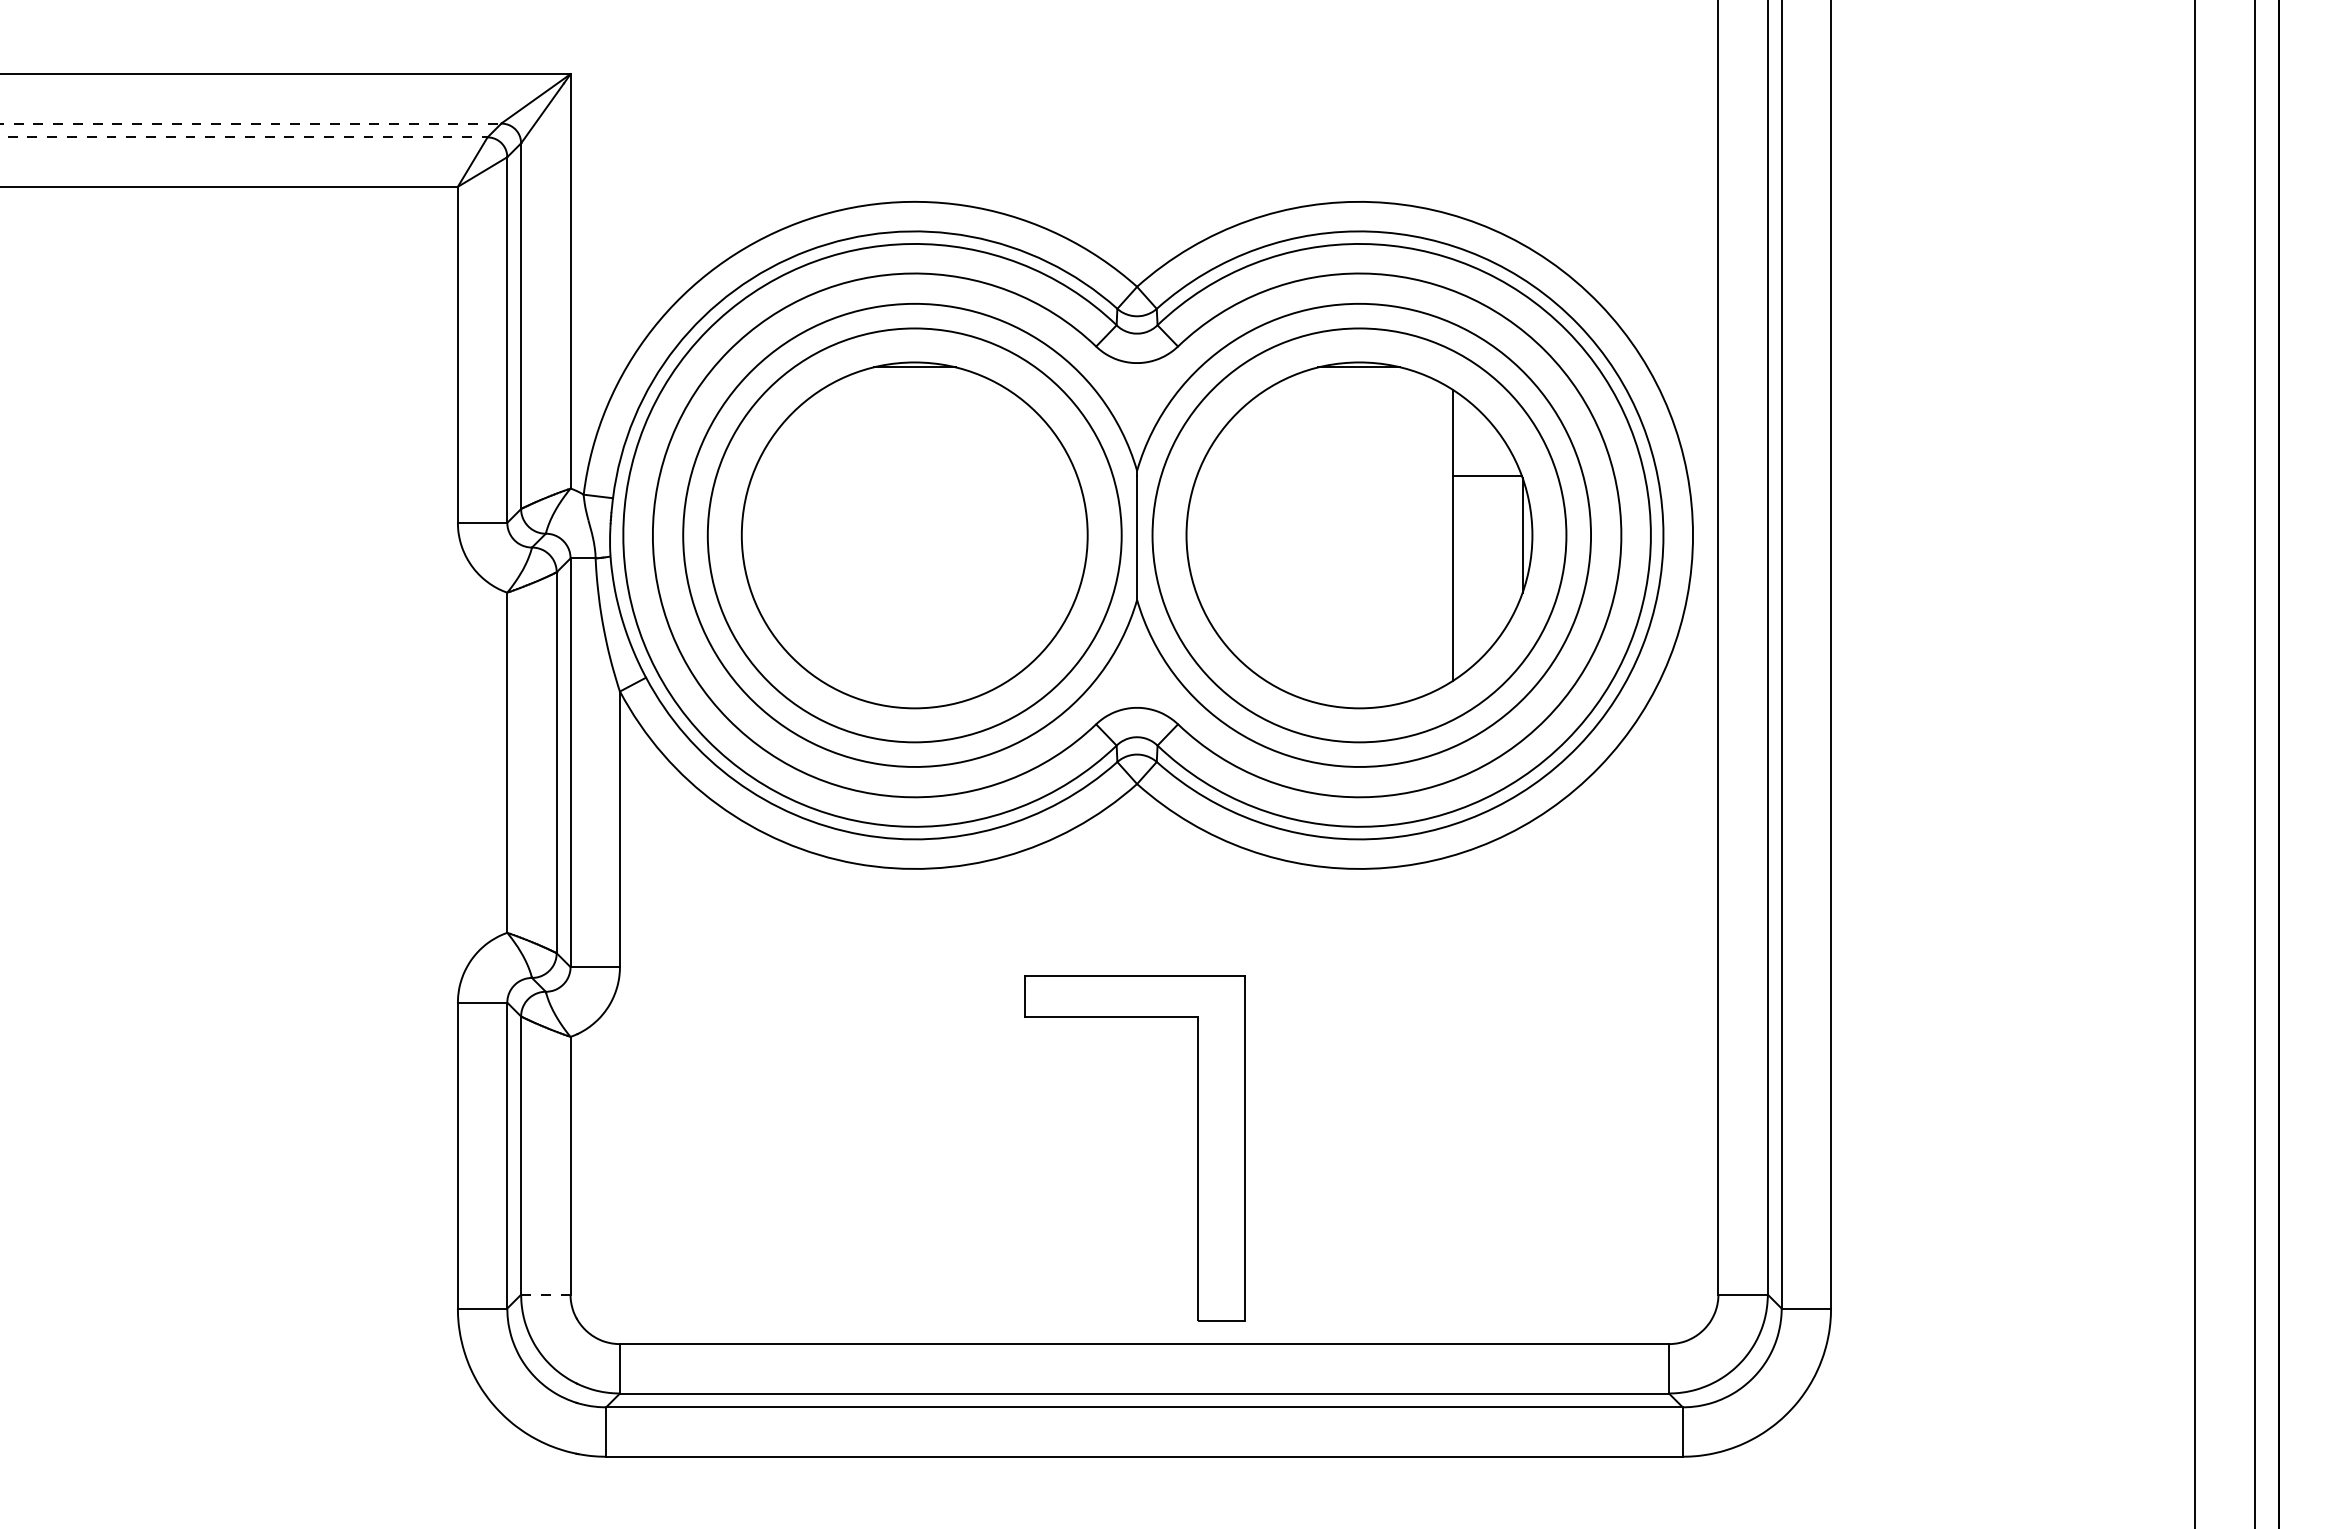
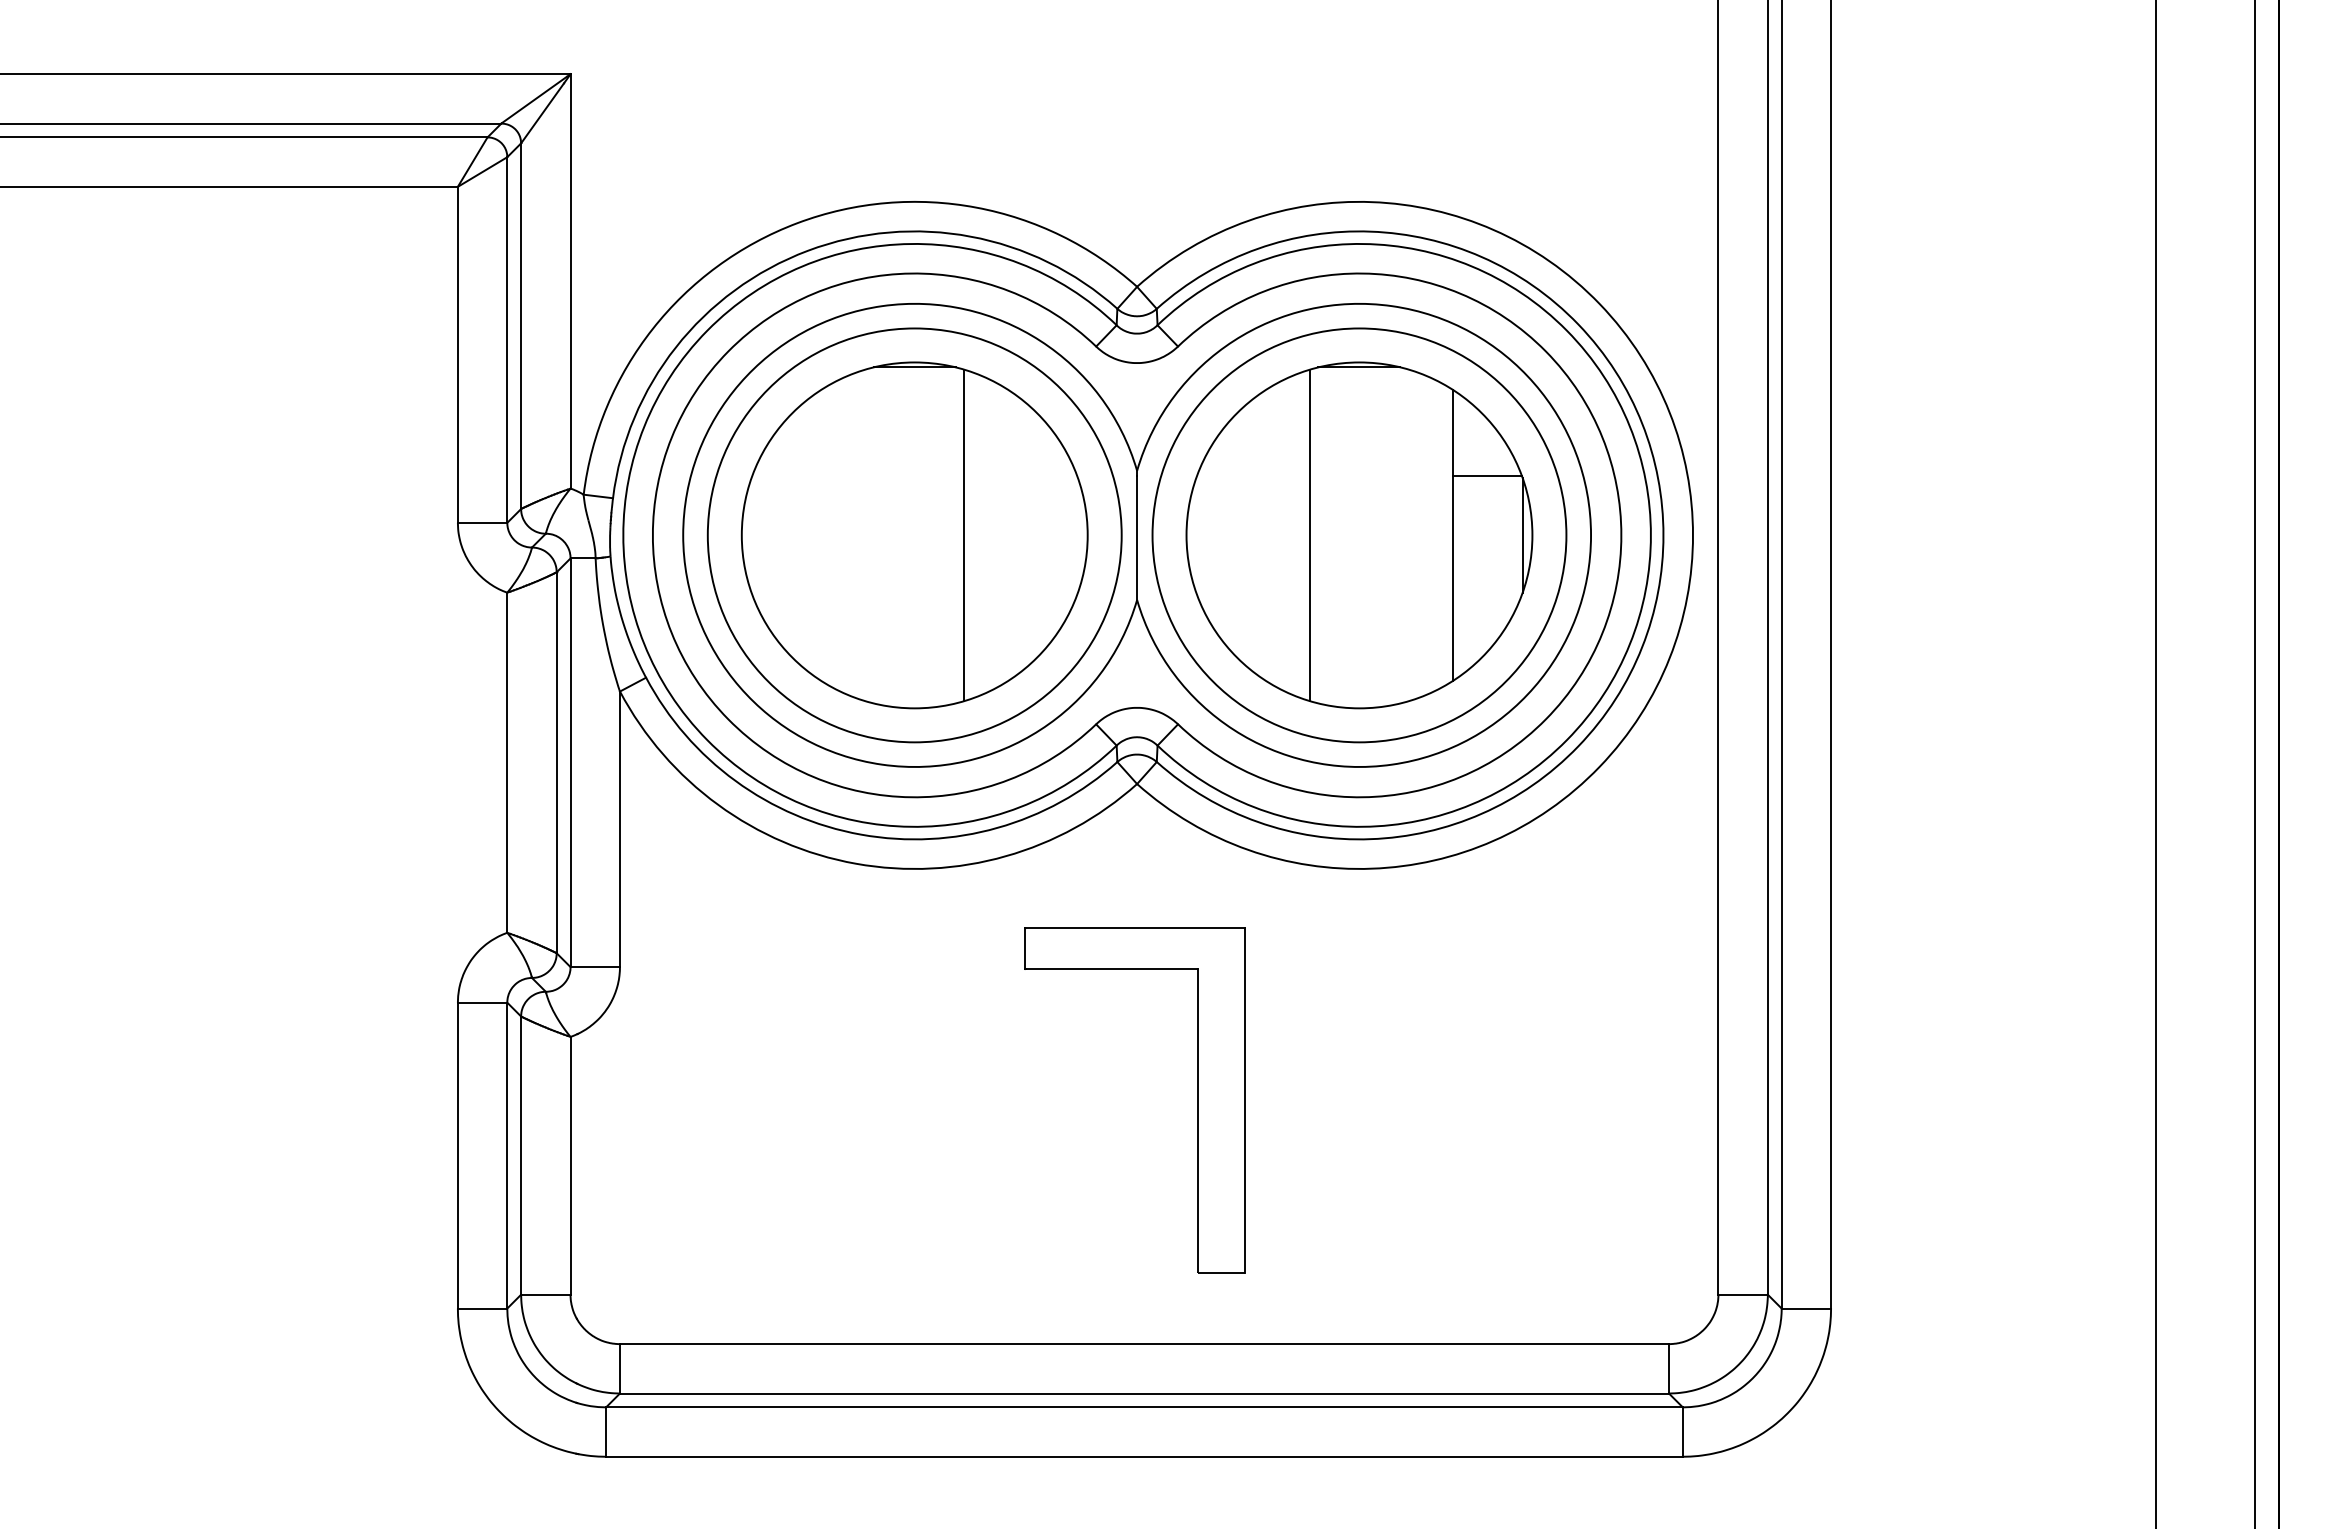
line at (251, 123): dashed -> solid
line at (244, 137): dashed -> solid
line at (963, 535): none -> present
line at (1309, 535): none -> present
line at (2195, 763) position: (2195, 763) -> (2156, 763)
part at (1197, 1148) position: (1197, 1148) -> (1197, 1100)
line at (545, 1294): dashed -> solid
